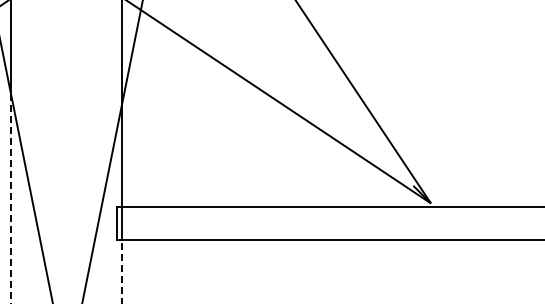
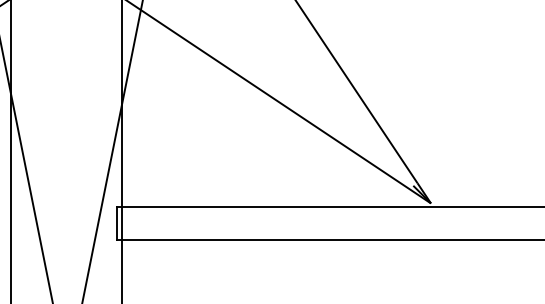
line at (10, 197): dashed -> solid
line at (121, 271): dashed -> solid
